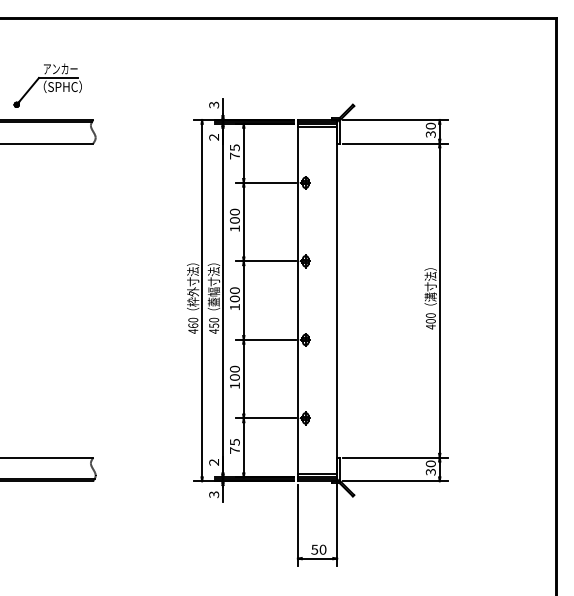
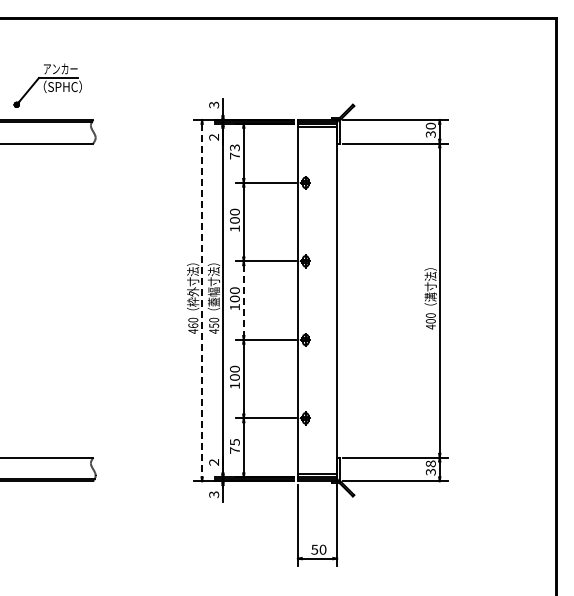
text at (234, 147): 75 -> 73
line at (202, 300): solid -> dashed
line at (243, 301): solid -> dashed
text at (430, 463): 30 -> 38
